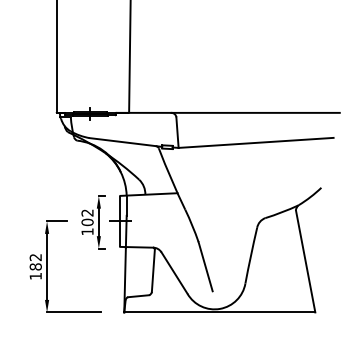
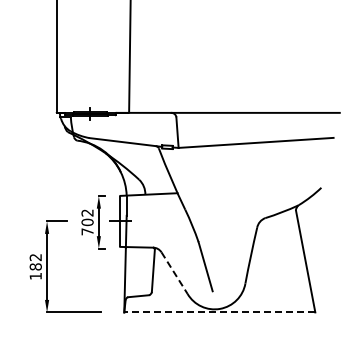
text at (87, 231): 102 -> 702
line at (174, 273): solid -> dashed
line at (219, 312): solid -> dashed
